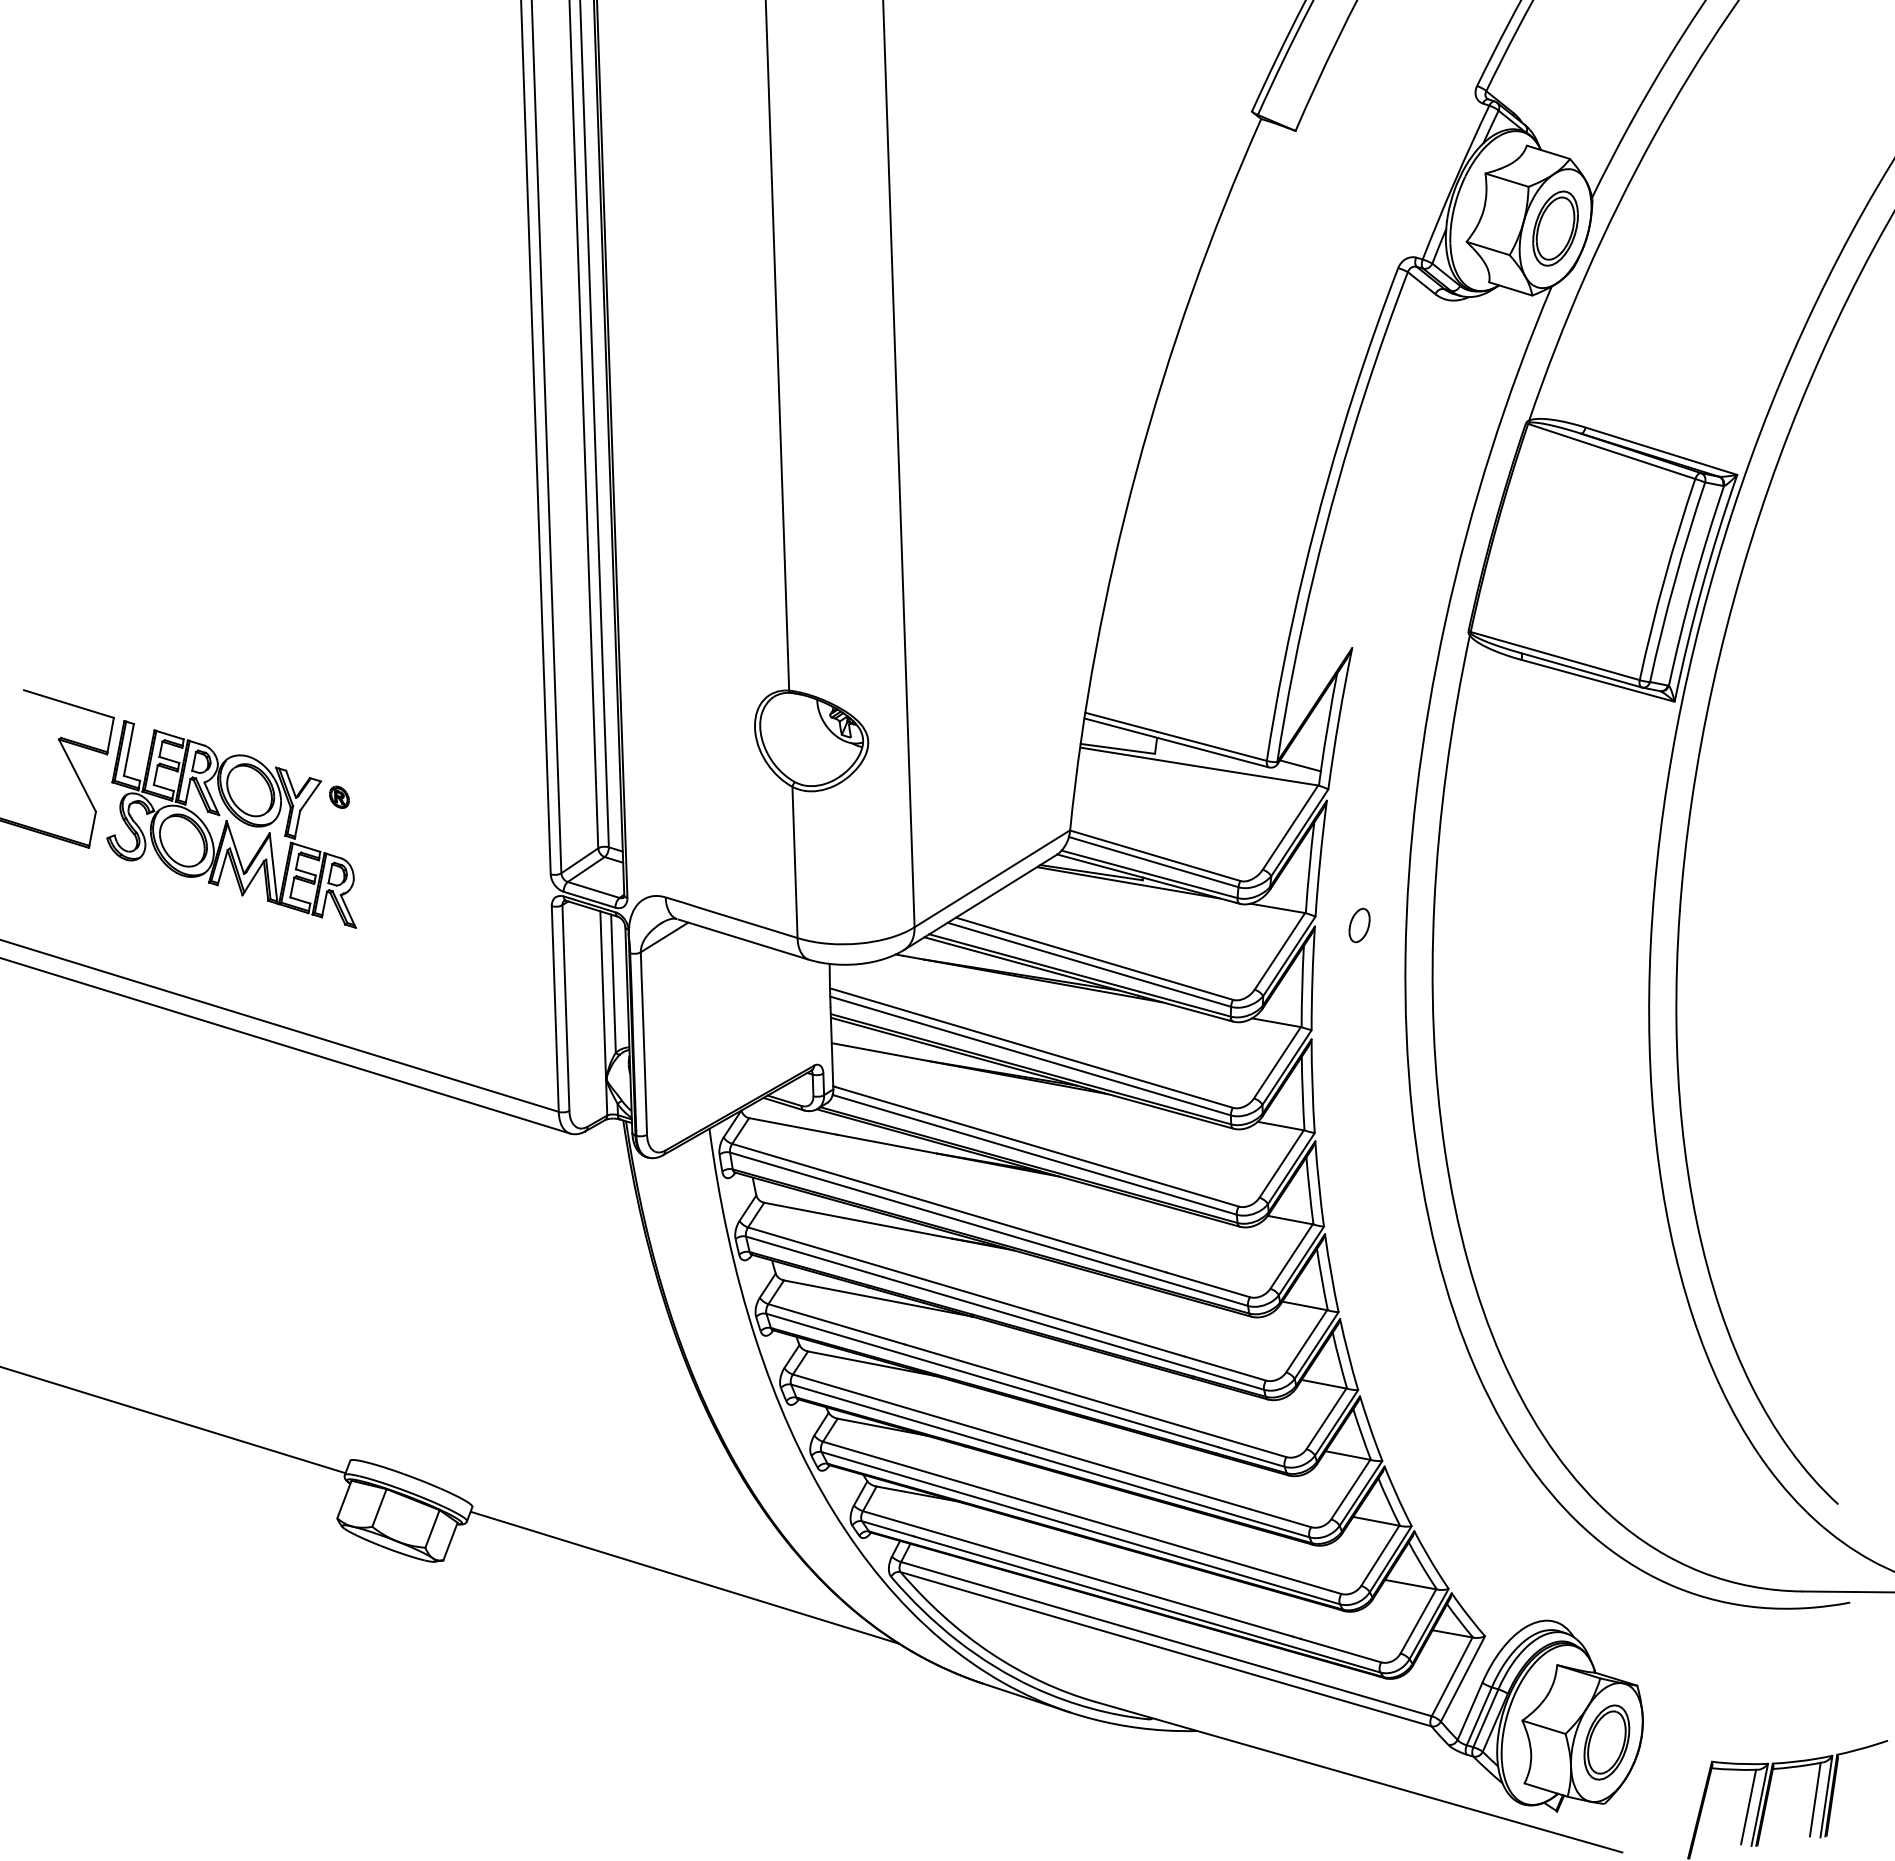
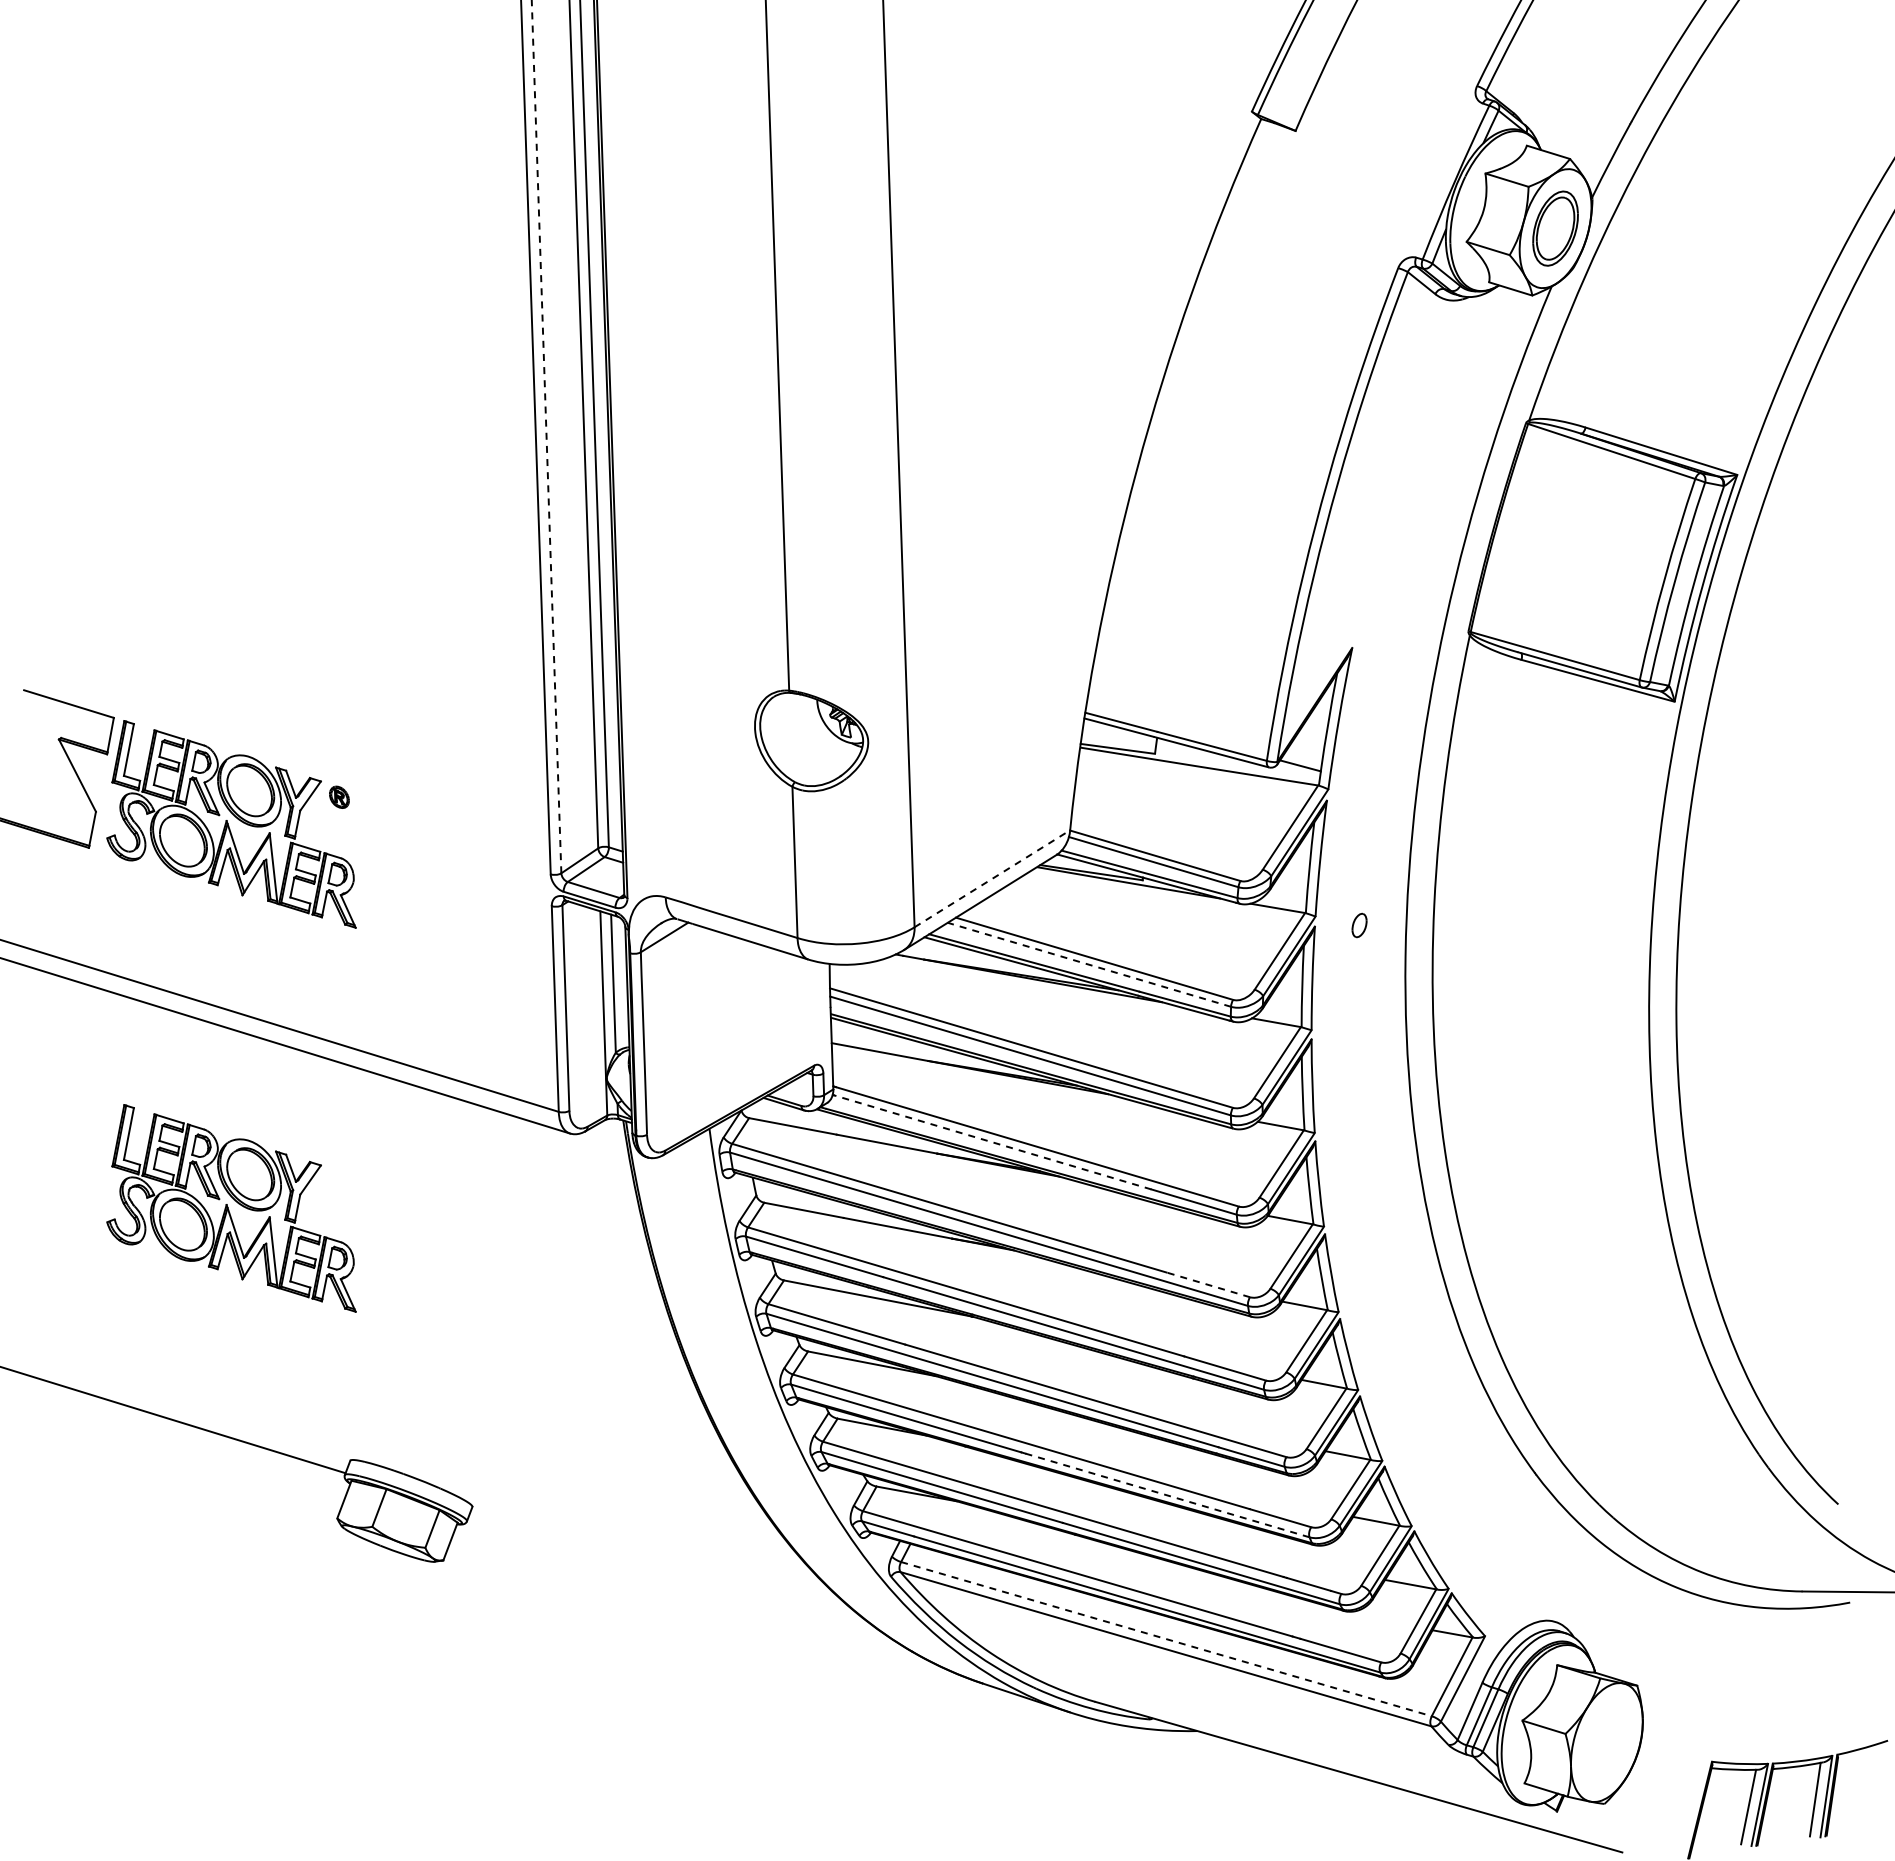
line at (546, 436): solid -> dashed
line at (992, 878): solid -> dashed
part at (1359, 925) size: 23x37 px -> 17x27 px
line at (1089, 964): solid -> dashed
line at (992, 1142): solid -> dashed
part at (231, 1208): none -> present
line at (1207, 1284): solid -> dashed
line at (1167, 1495): solid -> dashed
line at (684, 1577): present -> none
line at (1166, 1639): solid -> dashed
part at (1606, 1742): present -> none
